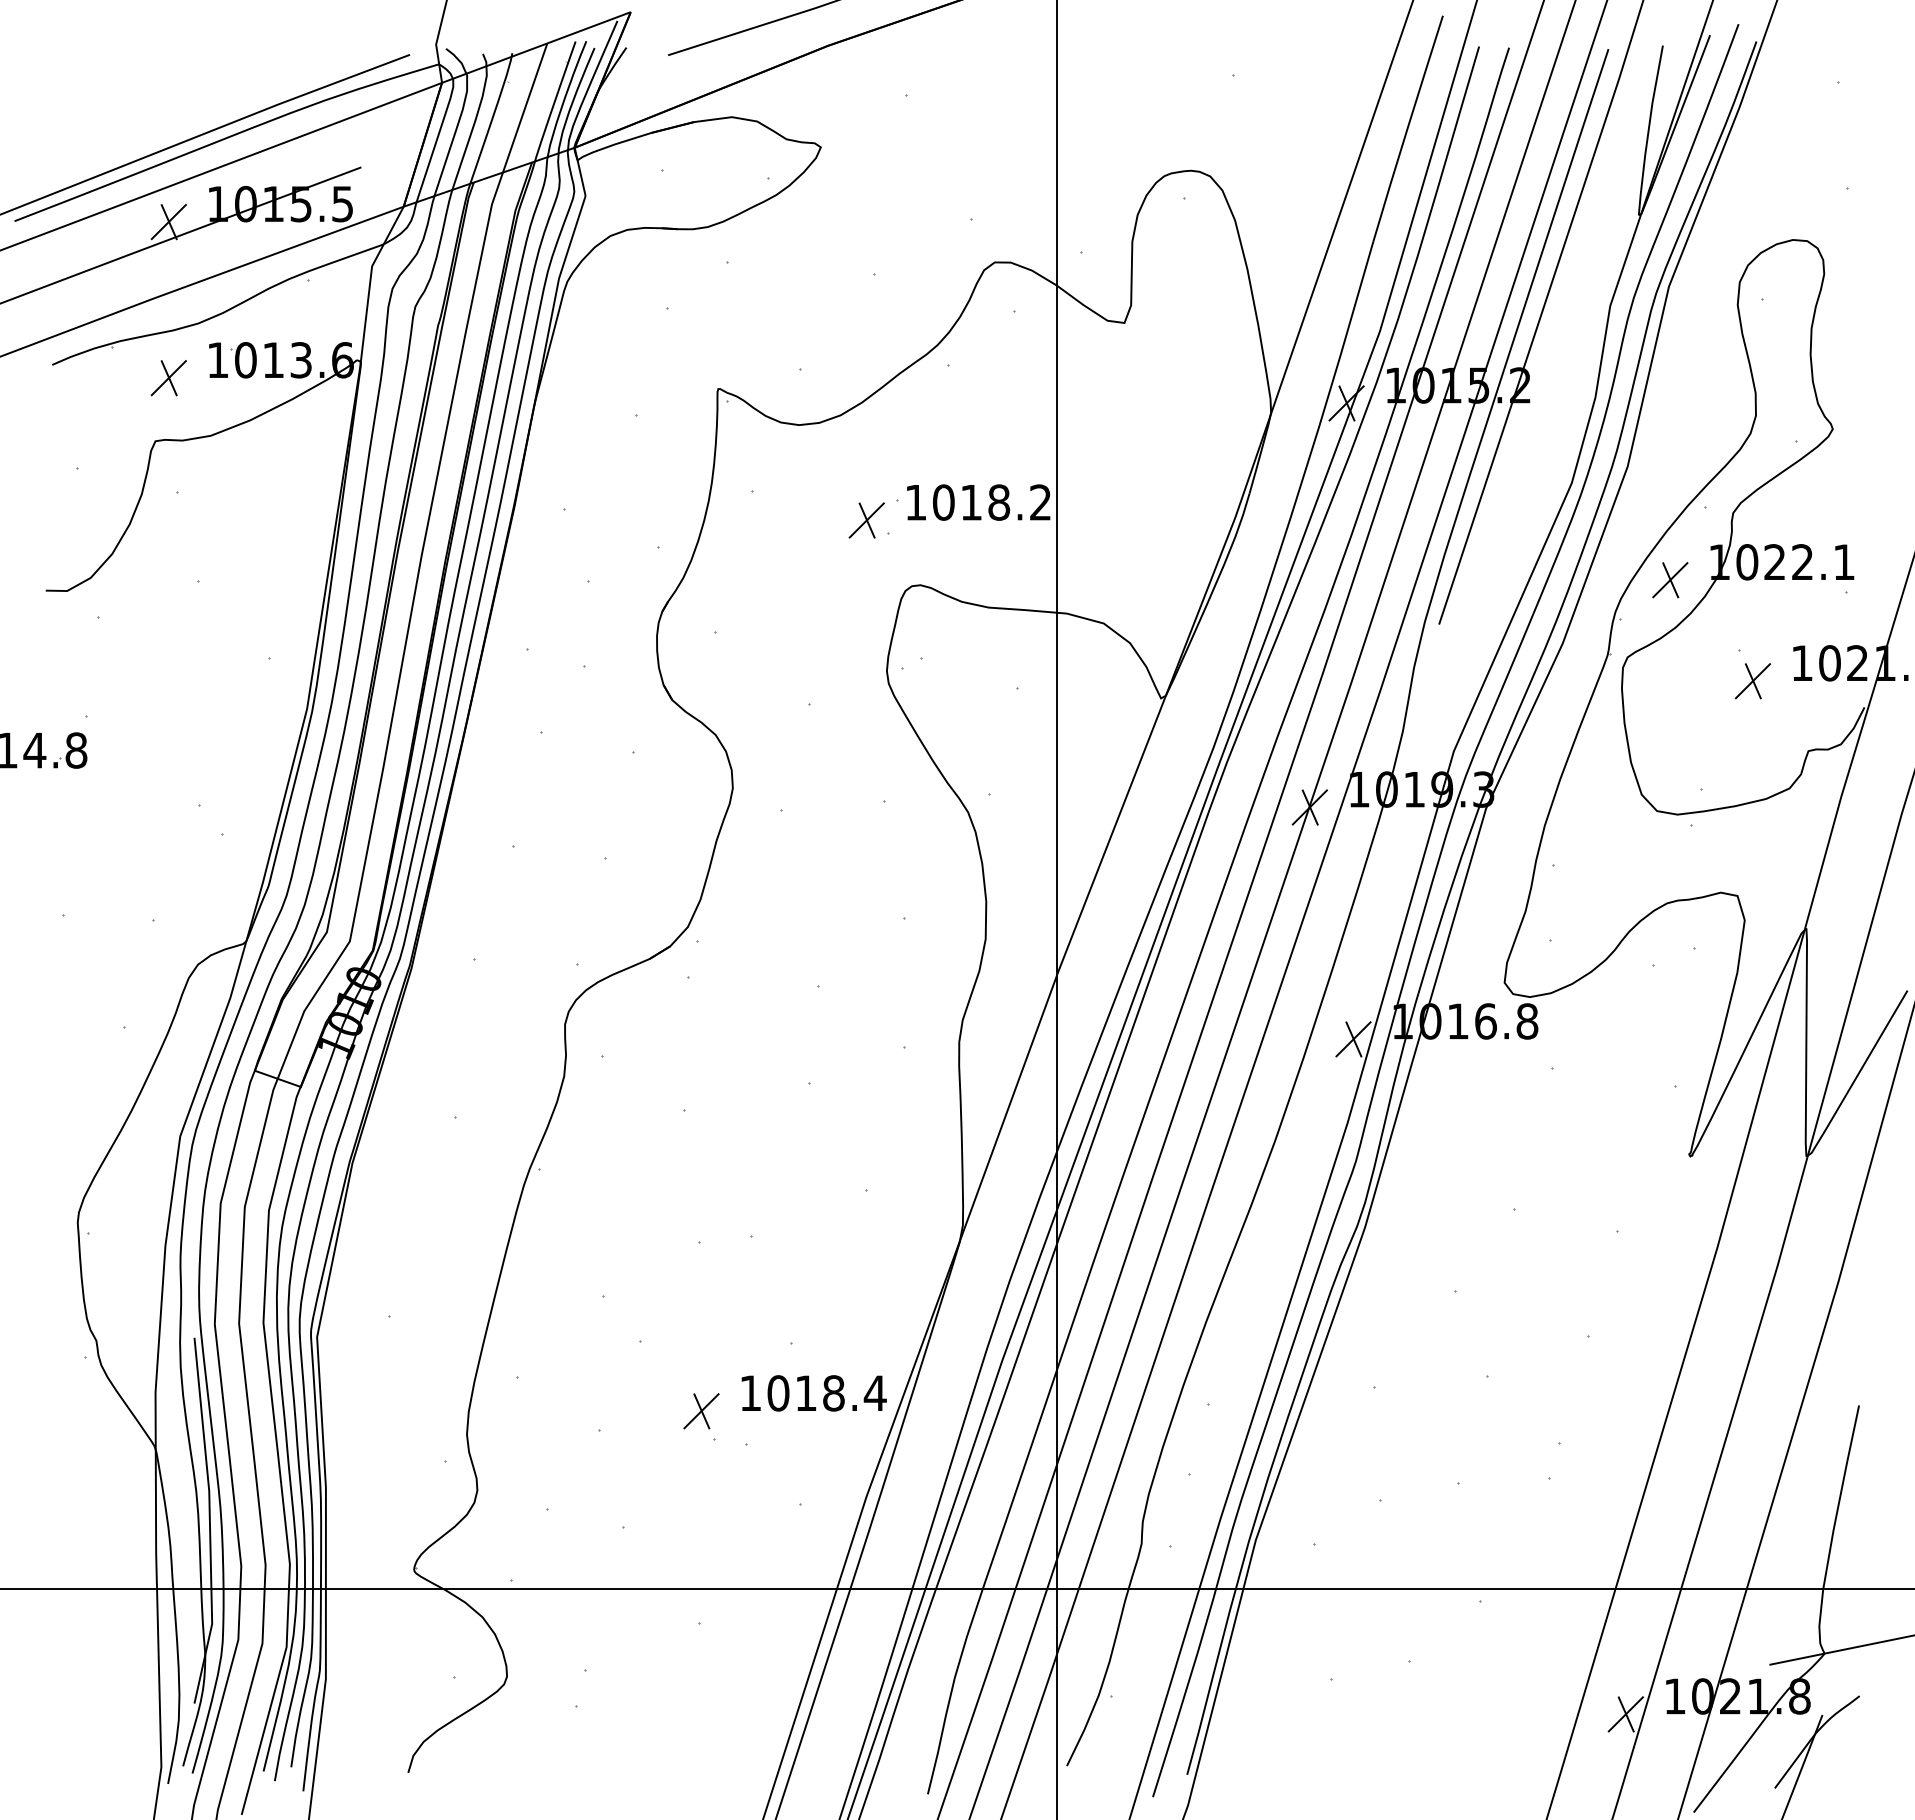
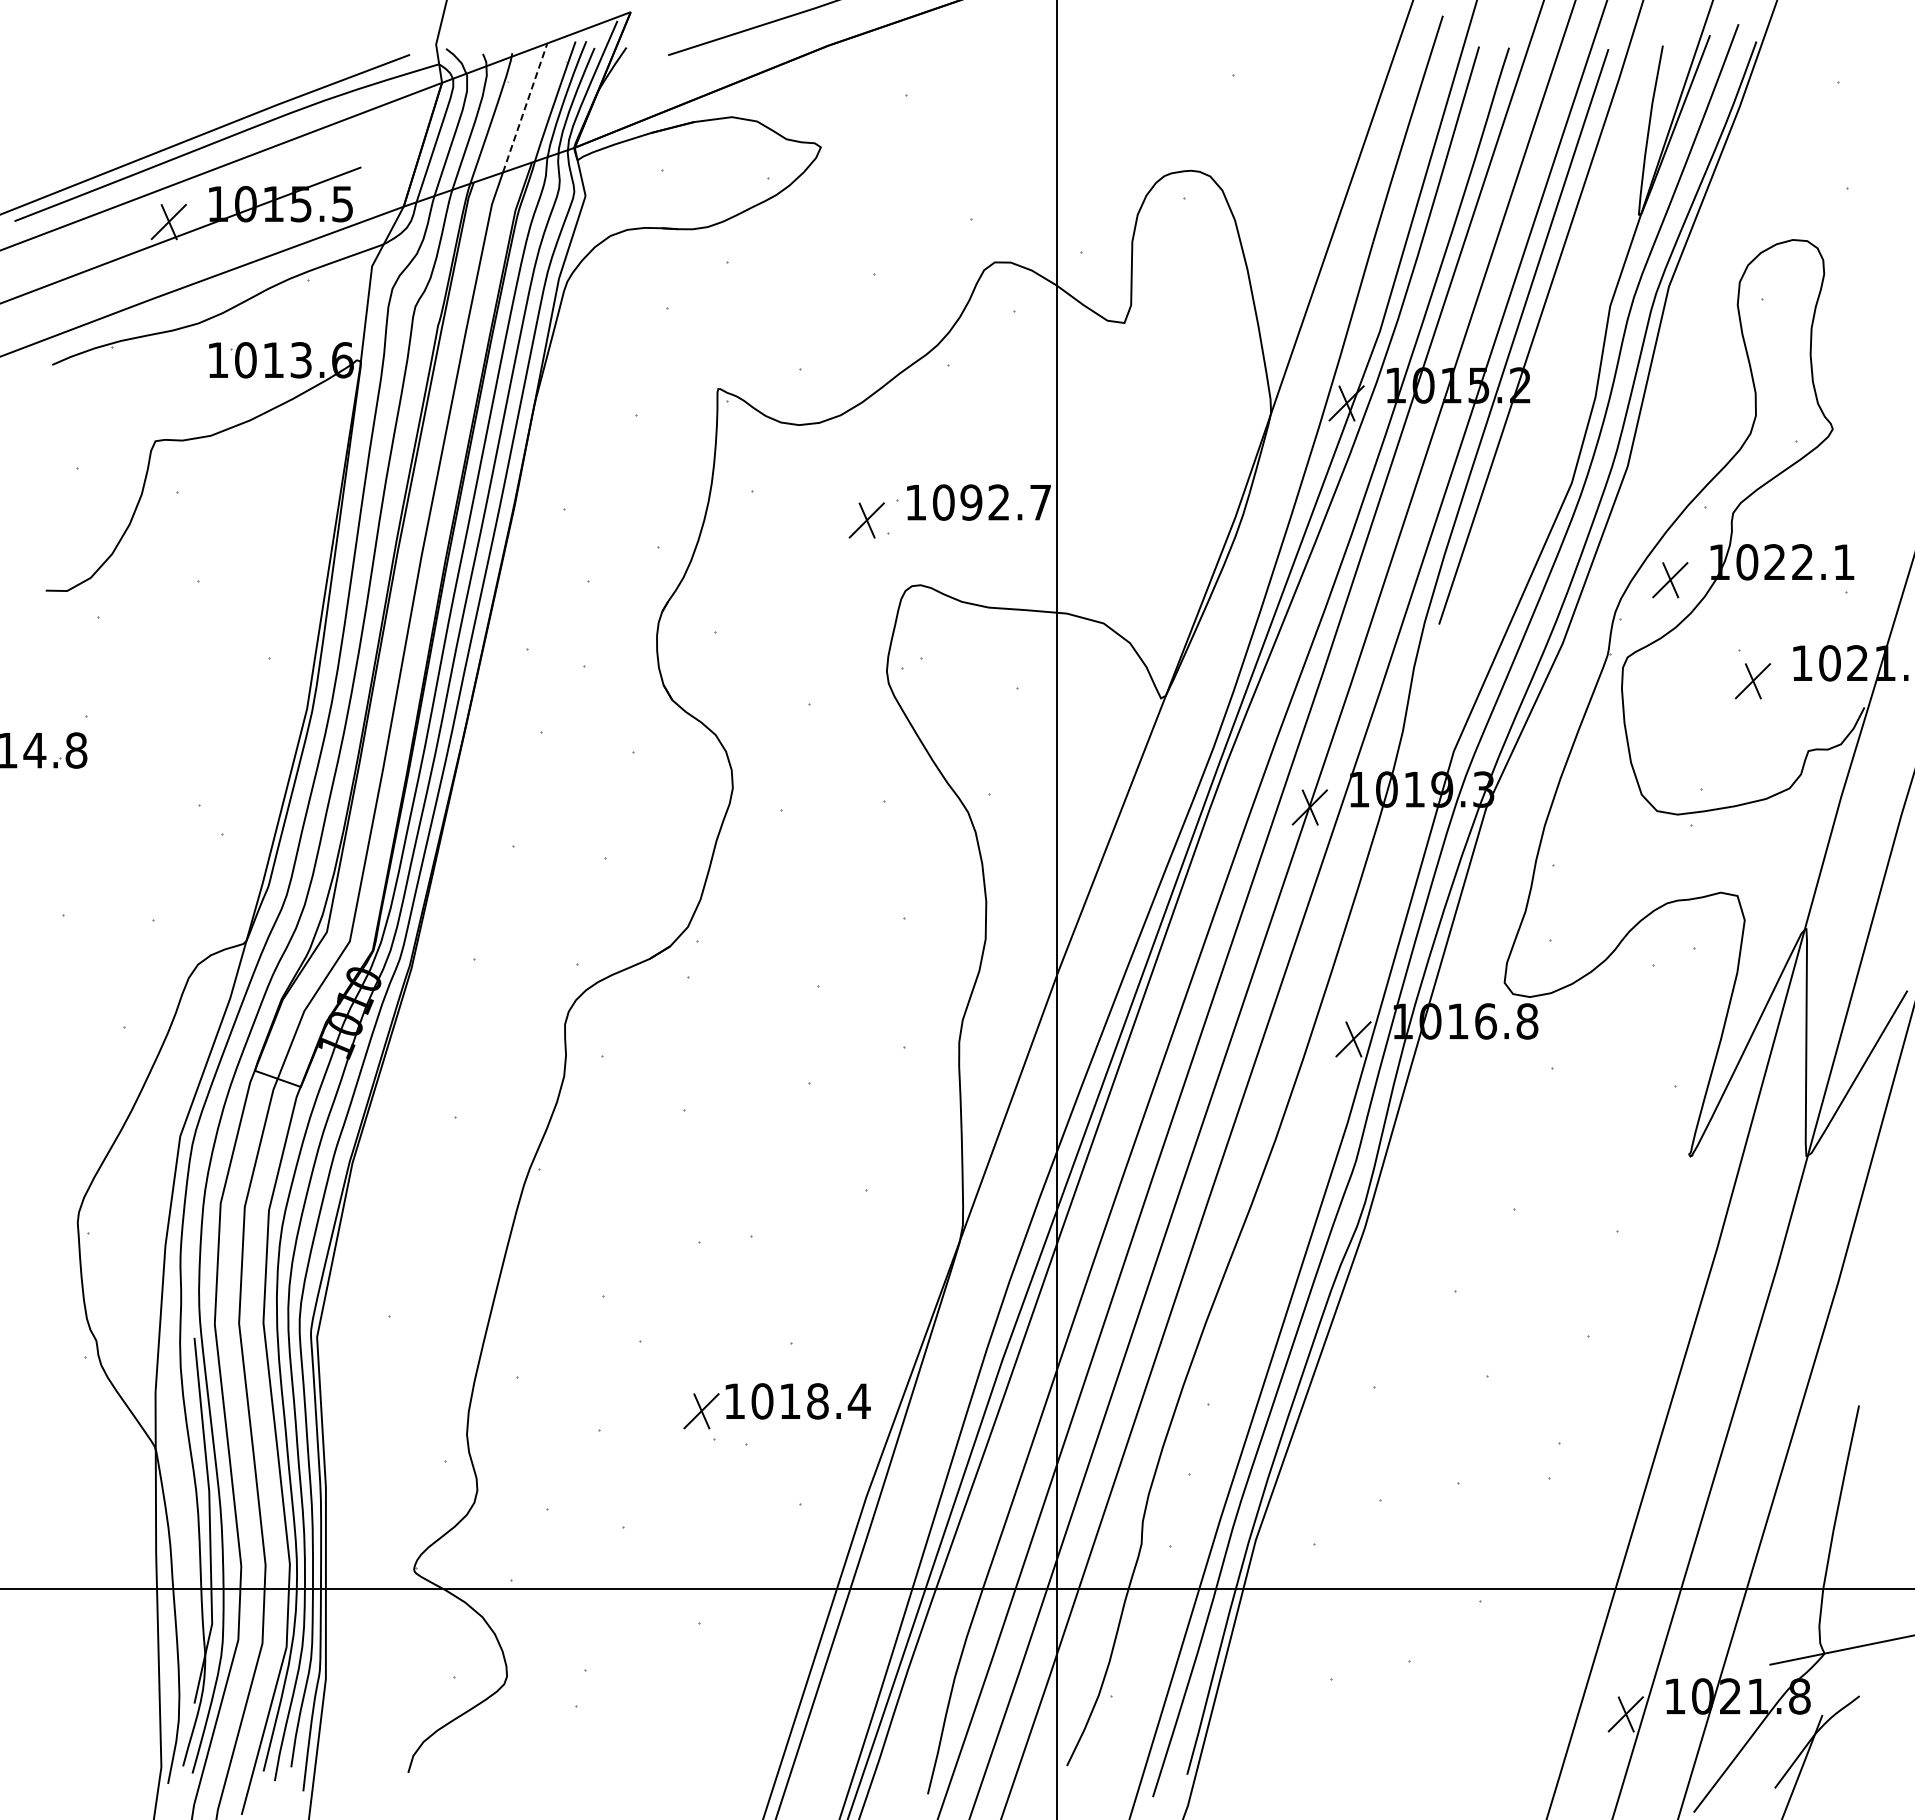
line at (525, 107): solid -> dashed
part at (168, 378): present -> none
text at (1005, 502): 1018.2 -> 1092.7
text at (813, 1393) position: (813, 1393) -> (797, 1401)
